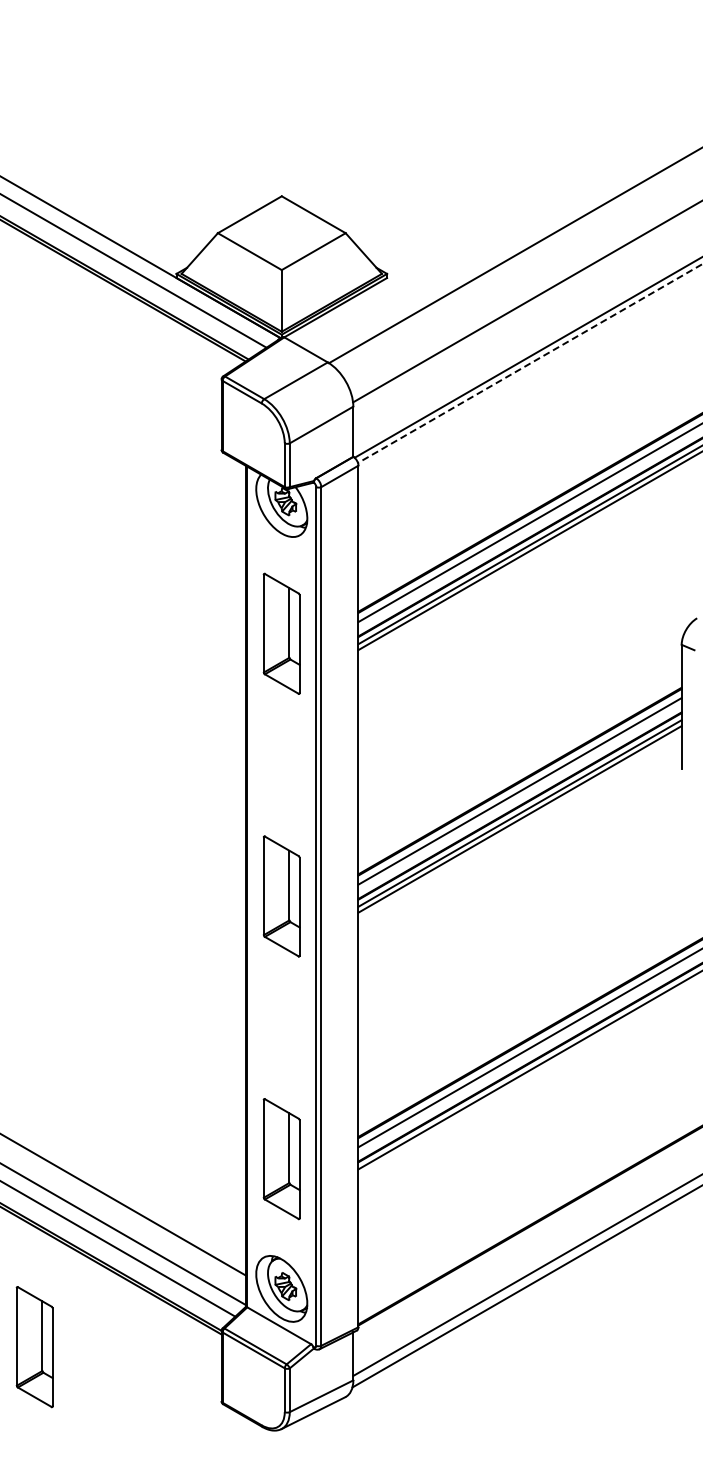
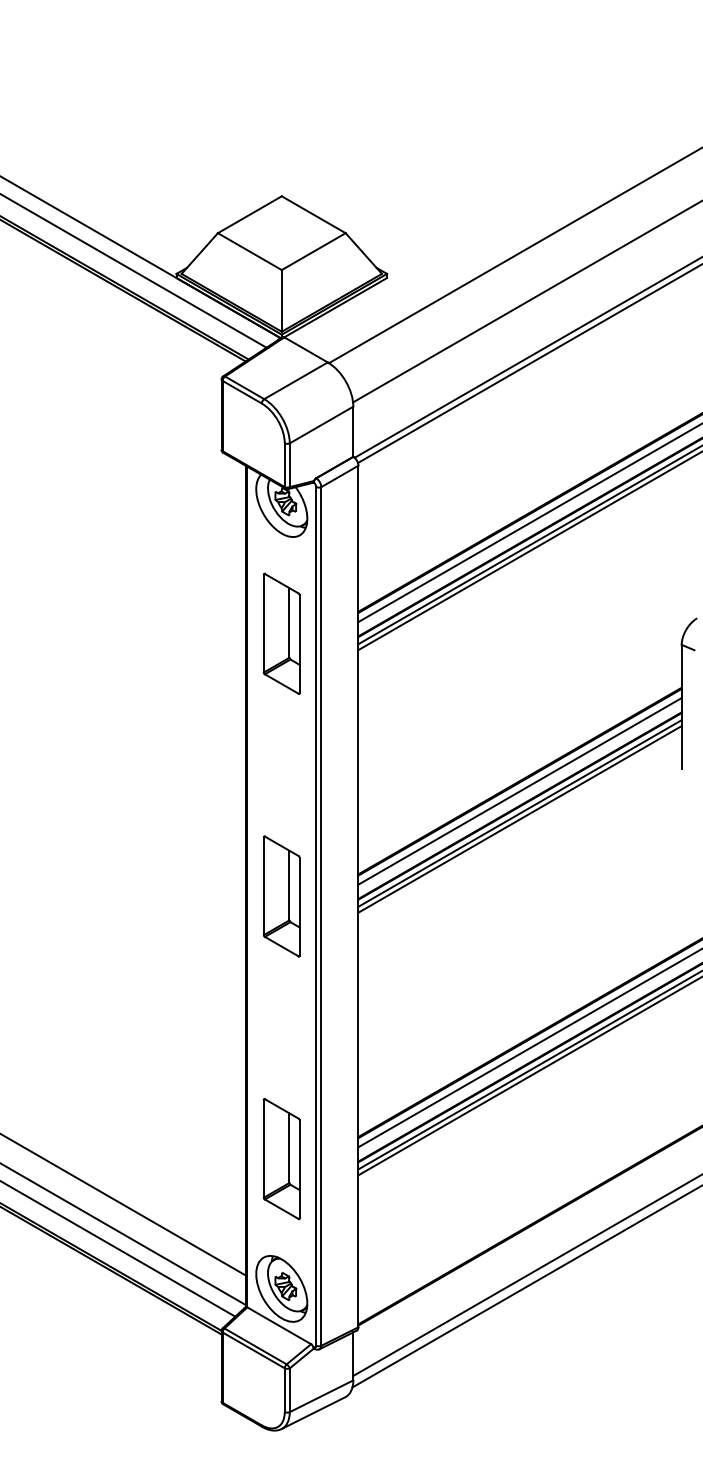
line at (530, 363): dashed -> solid
line at (528, 1076): none -> present
part at (34, 1347): present -> none
